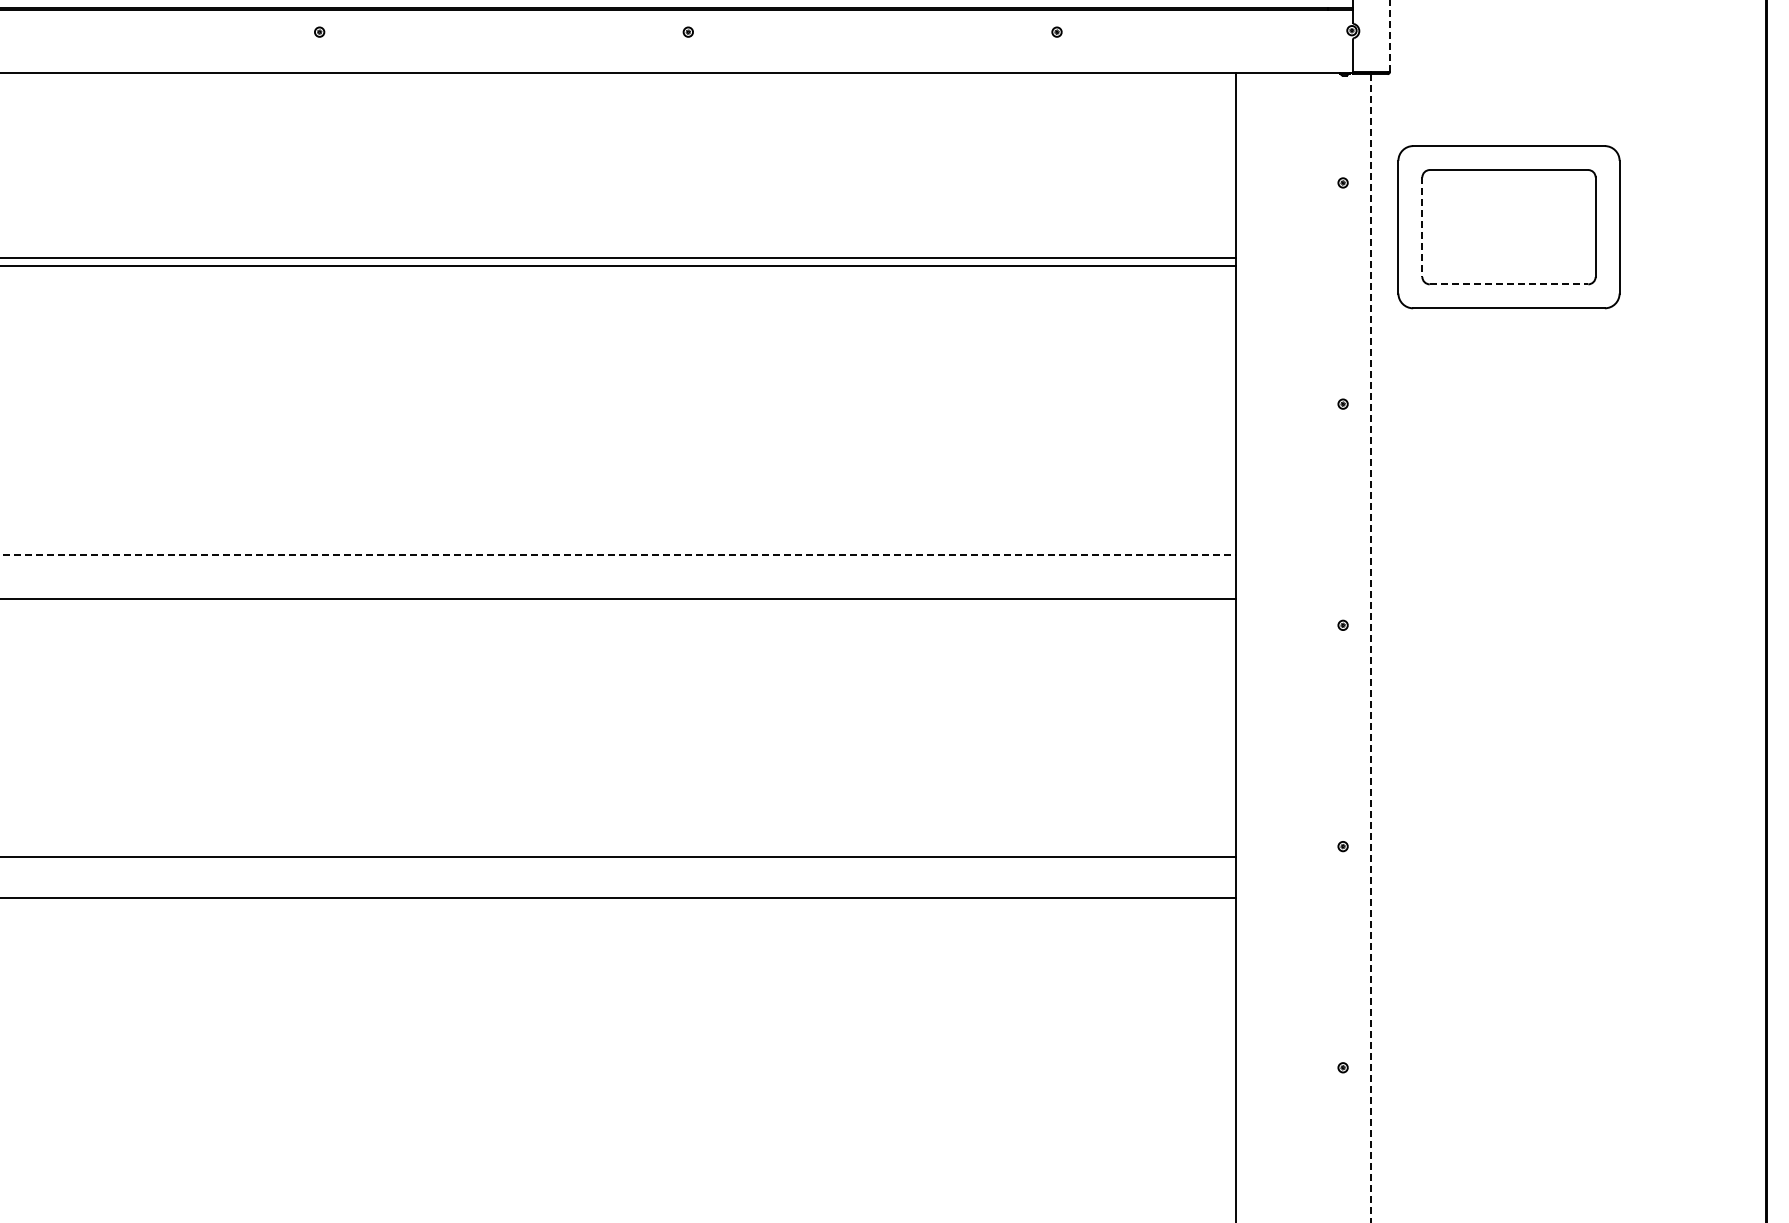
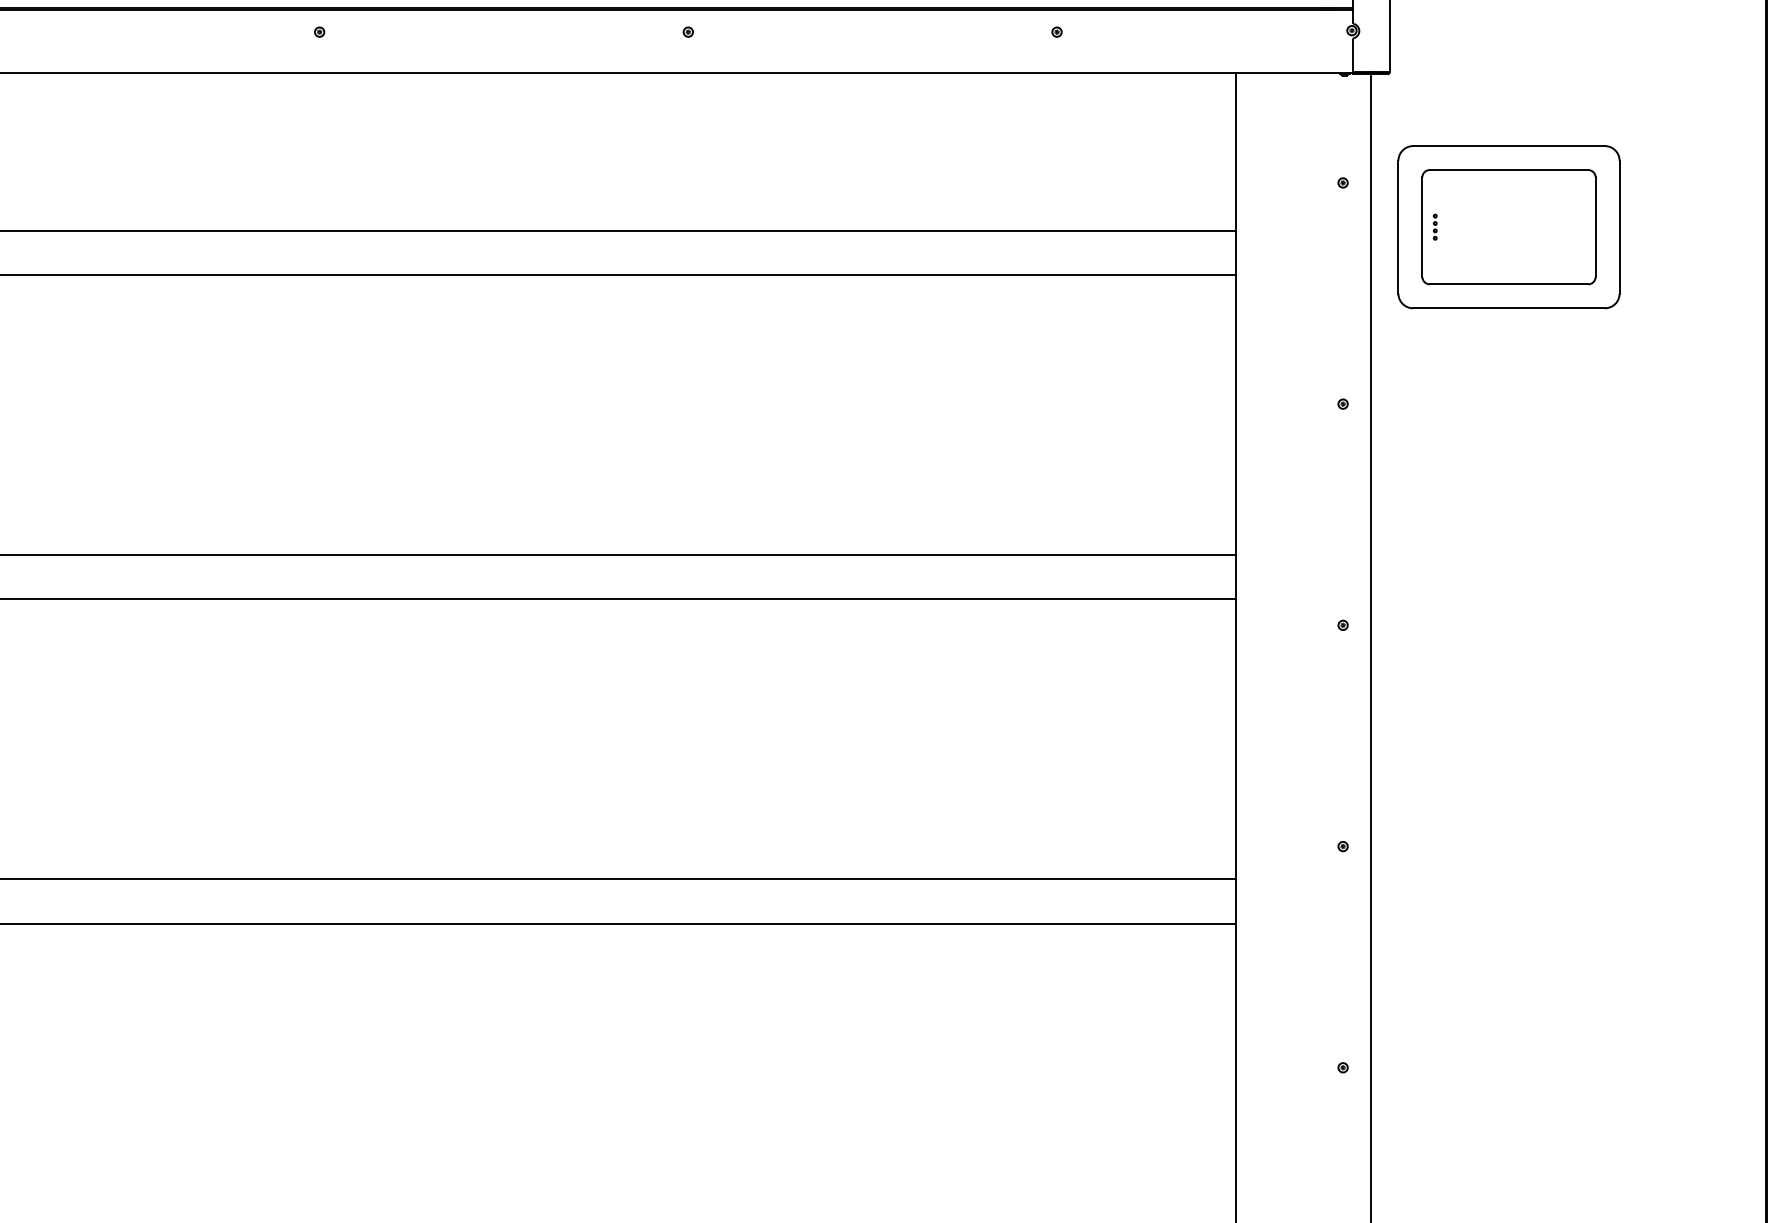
line at (1389, 36): dashed -> solid
part at (1434, 226): none -> present
line at (1422, 227): dashed -> solid
line at (619, 257) position: (619, 257) -> (619, 274)
line at (619, 265) position: (619, 265) -> (619, 230)
line at (1509, 284): dashed -> solid
line at (618, 554): dashed -> solid
line at (1371, 649): dashed -> solid
line at (619, 857) position: (619, 857) -> (619, 879)
line at (619, 897) position: (619, 897) -> (619, 923)
